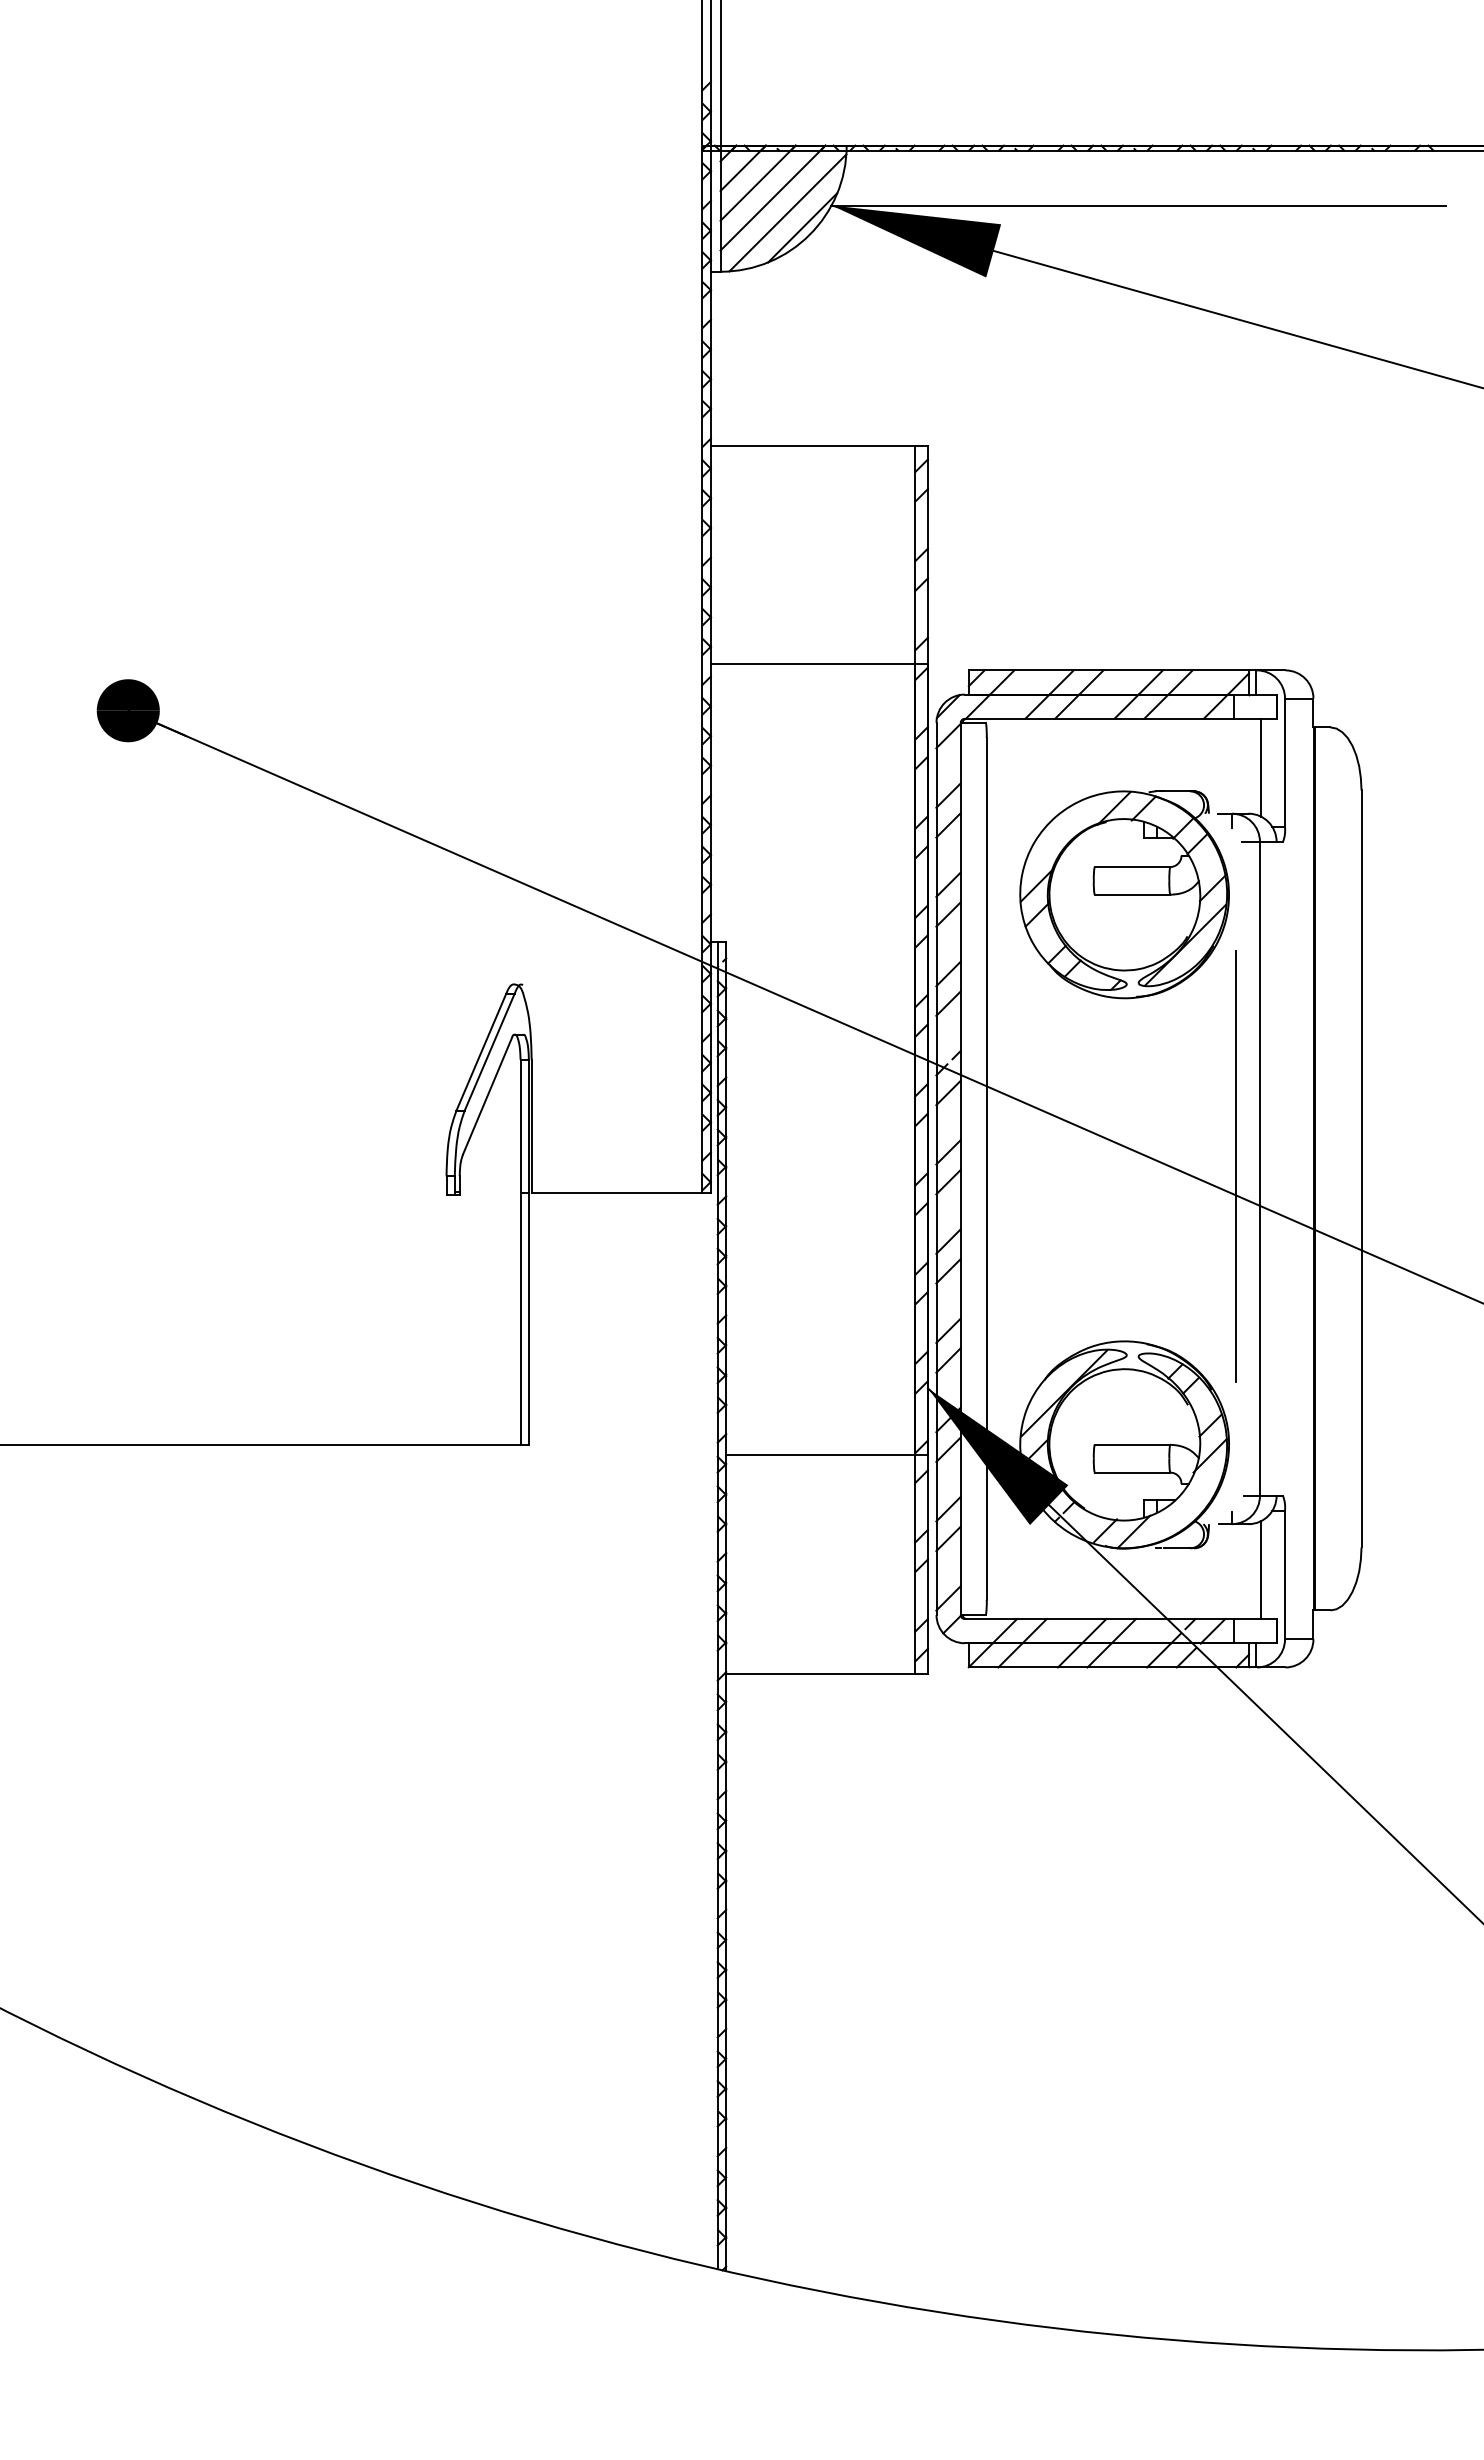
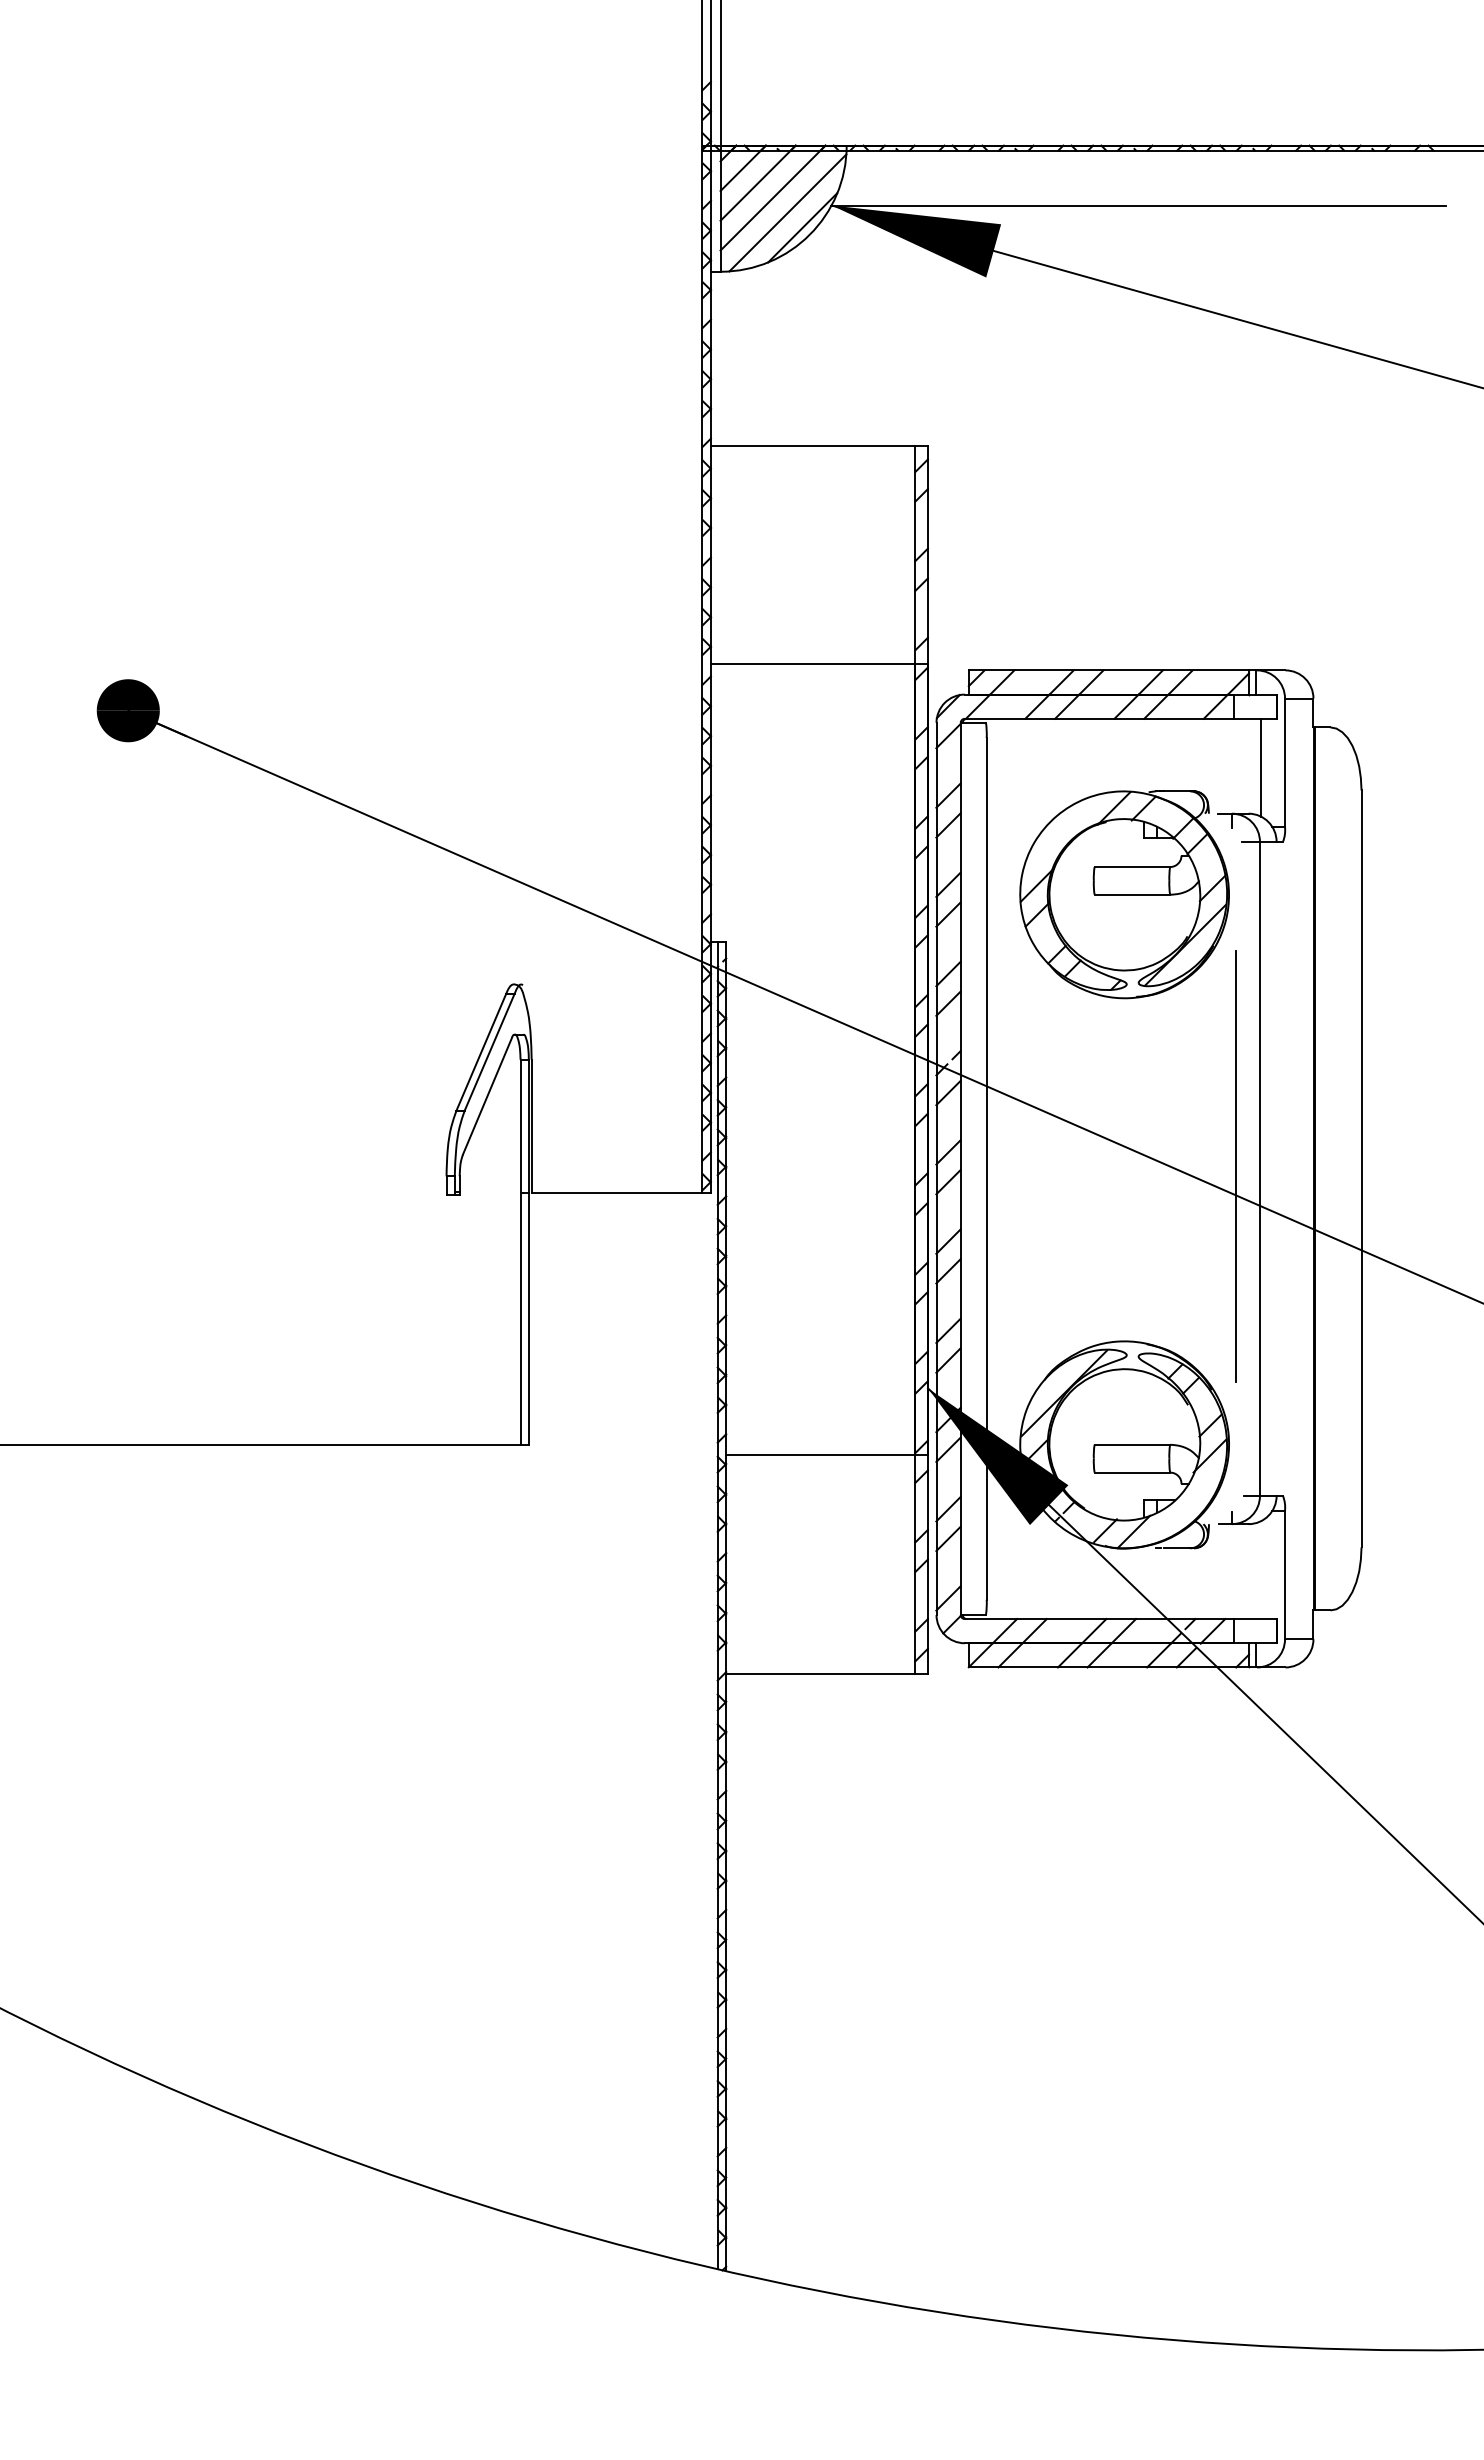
line at (1260, 1570): present -> none
